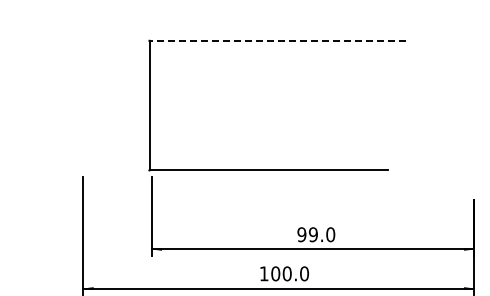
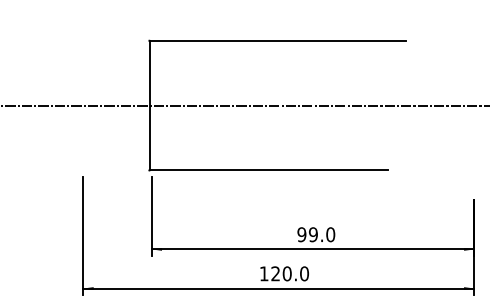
line at (278, 40): dashed -> solid
line at (244, 105): none -> present
text at (275, 273): 100.0 -> 120.0
